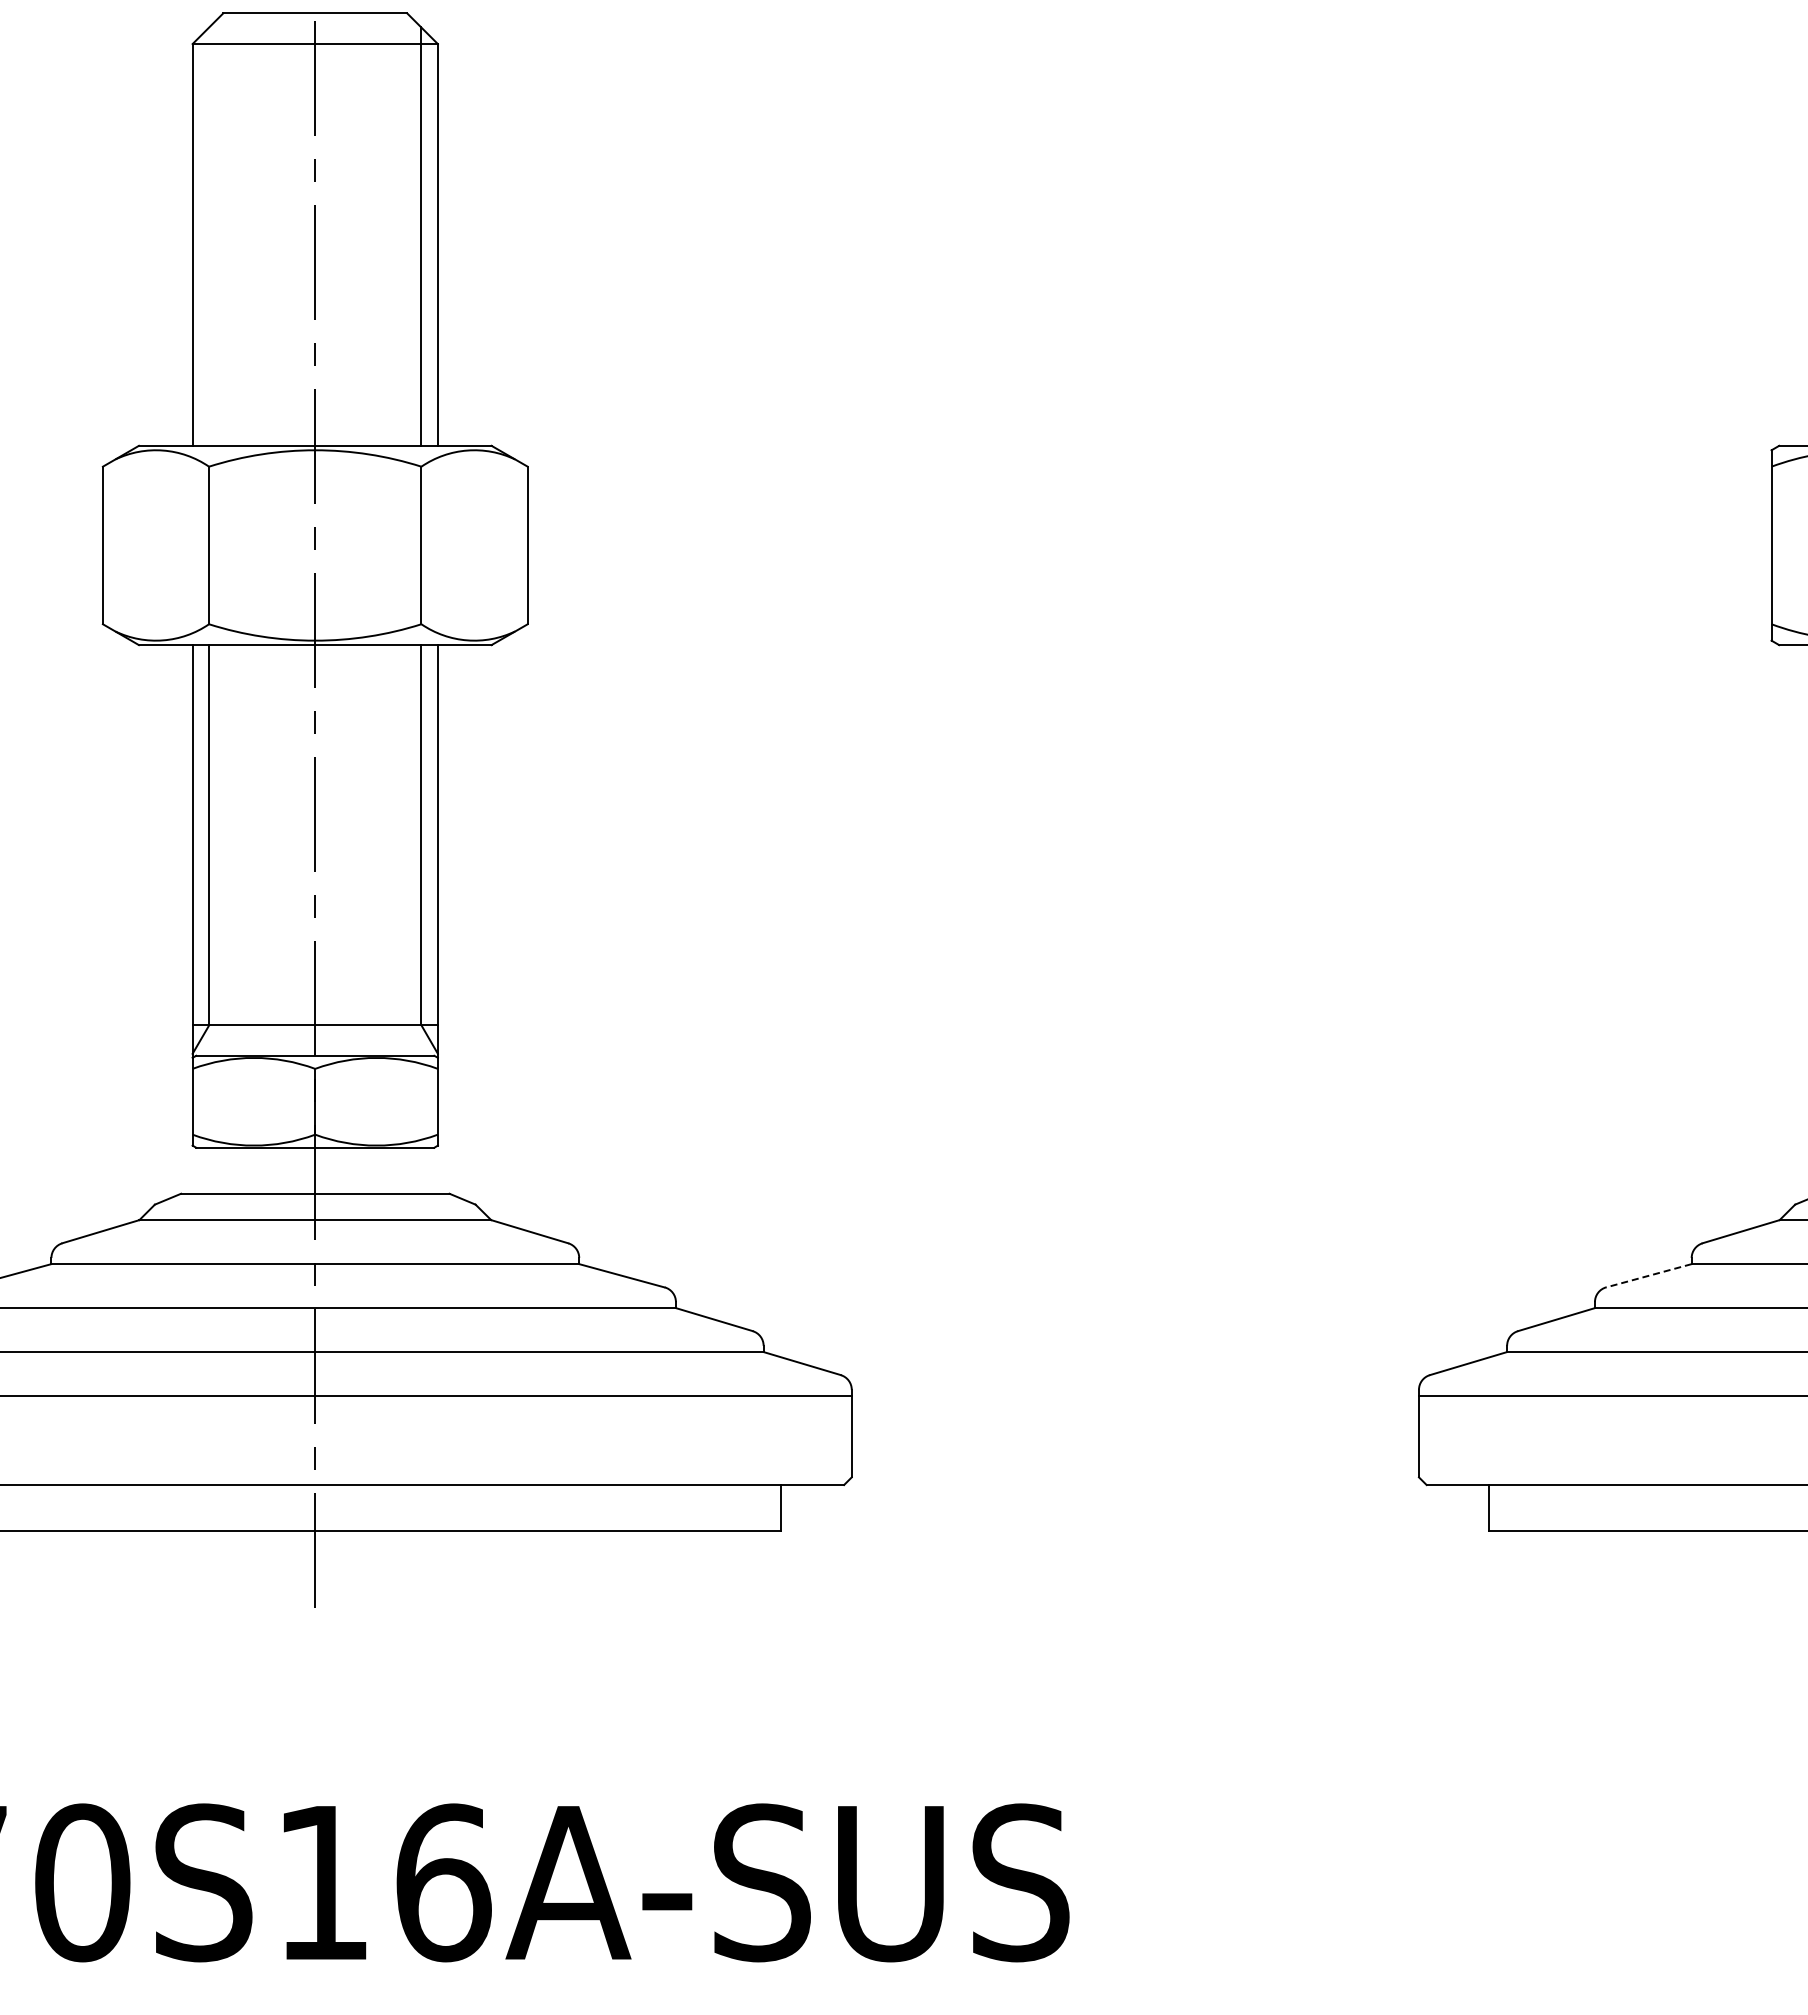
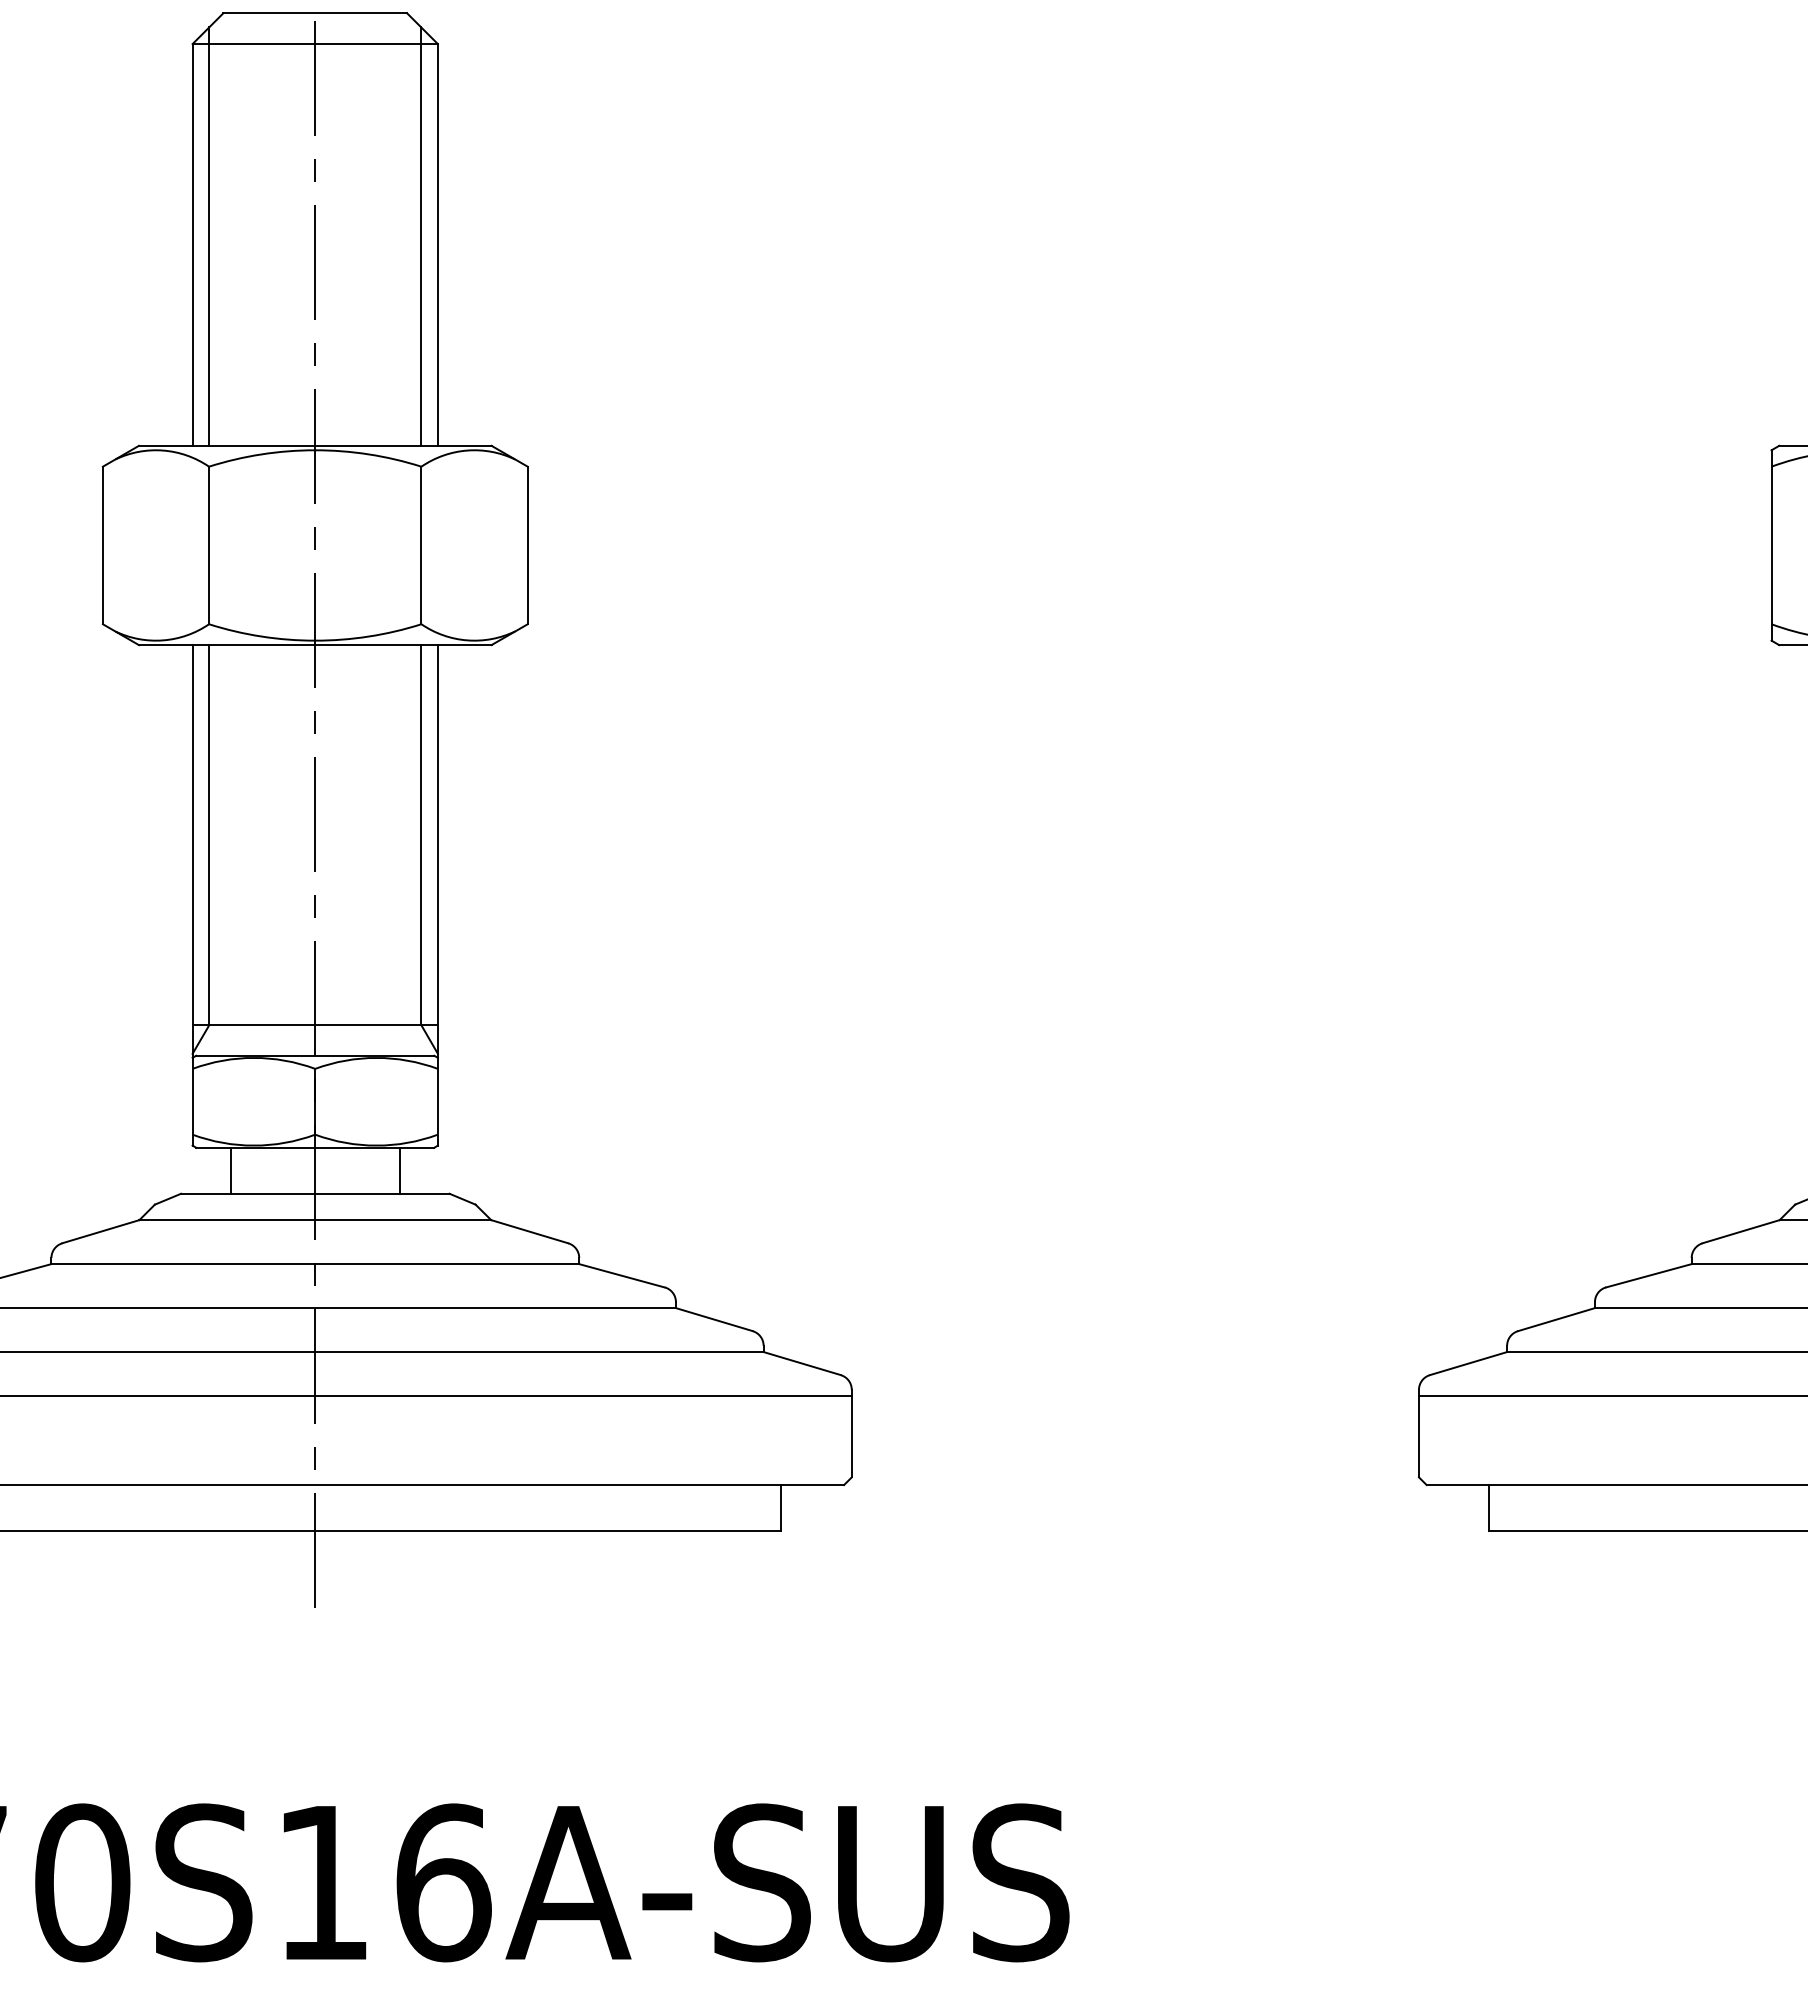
line at (209, 236): none -> present
line at (230, 1170): none -> present
line at (399, 1170): none -> present
line at (1648, 1275): dashed -> solid
